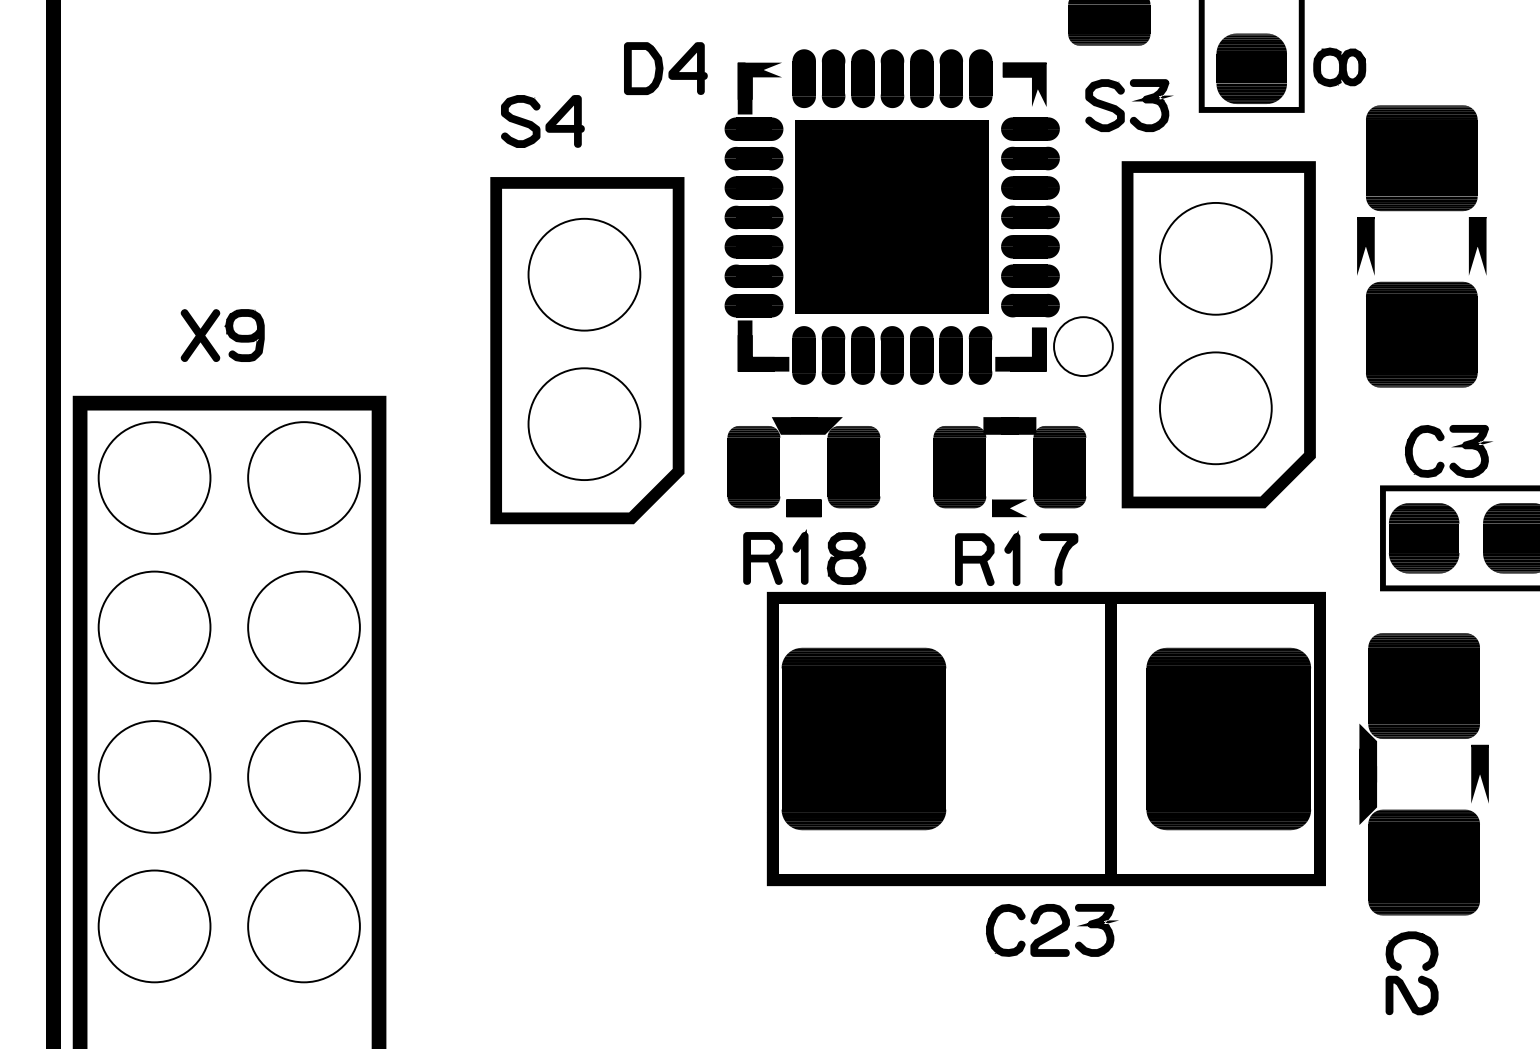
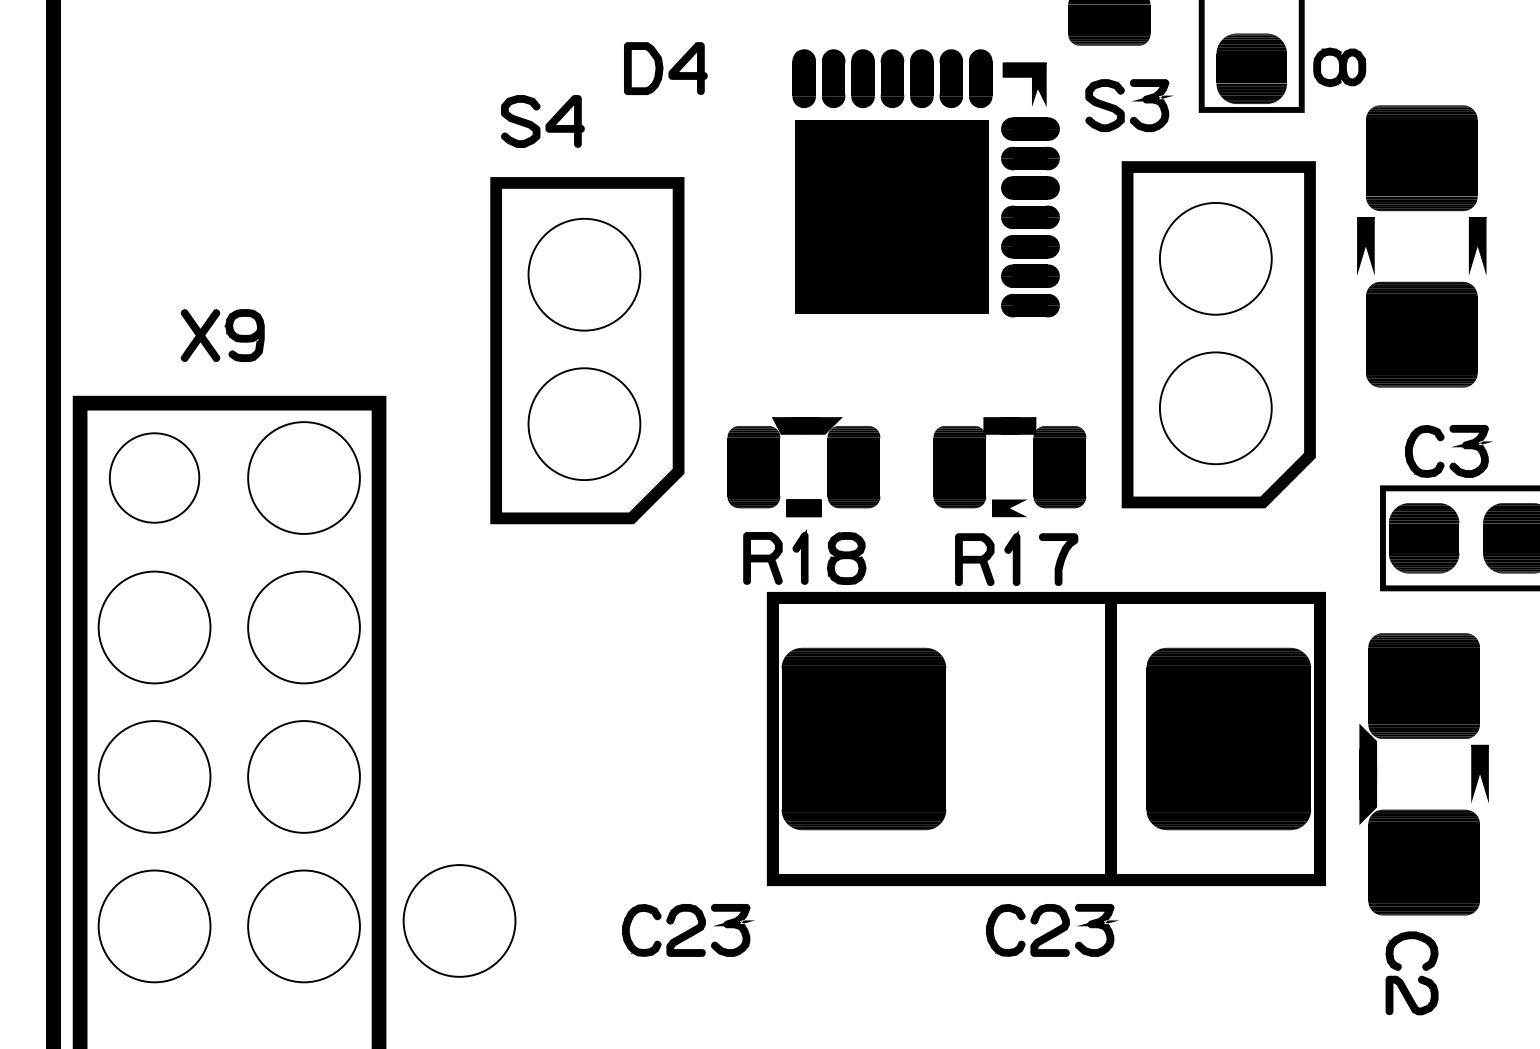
part at (918, 326): present -> none
part at (154, 477) size: 115x114 px -> 92x92 px
part at (459, 920): none -> present
part at (688, 930): none -> present
